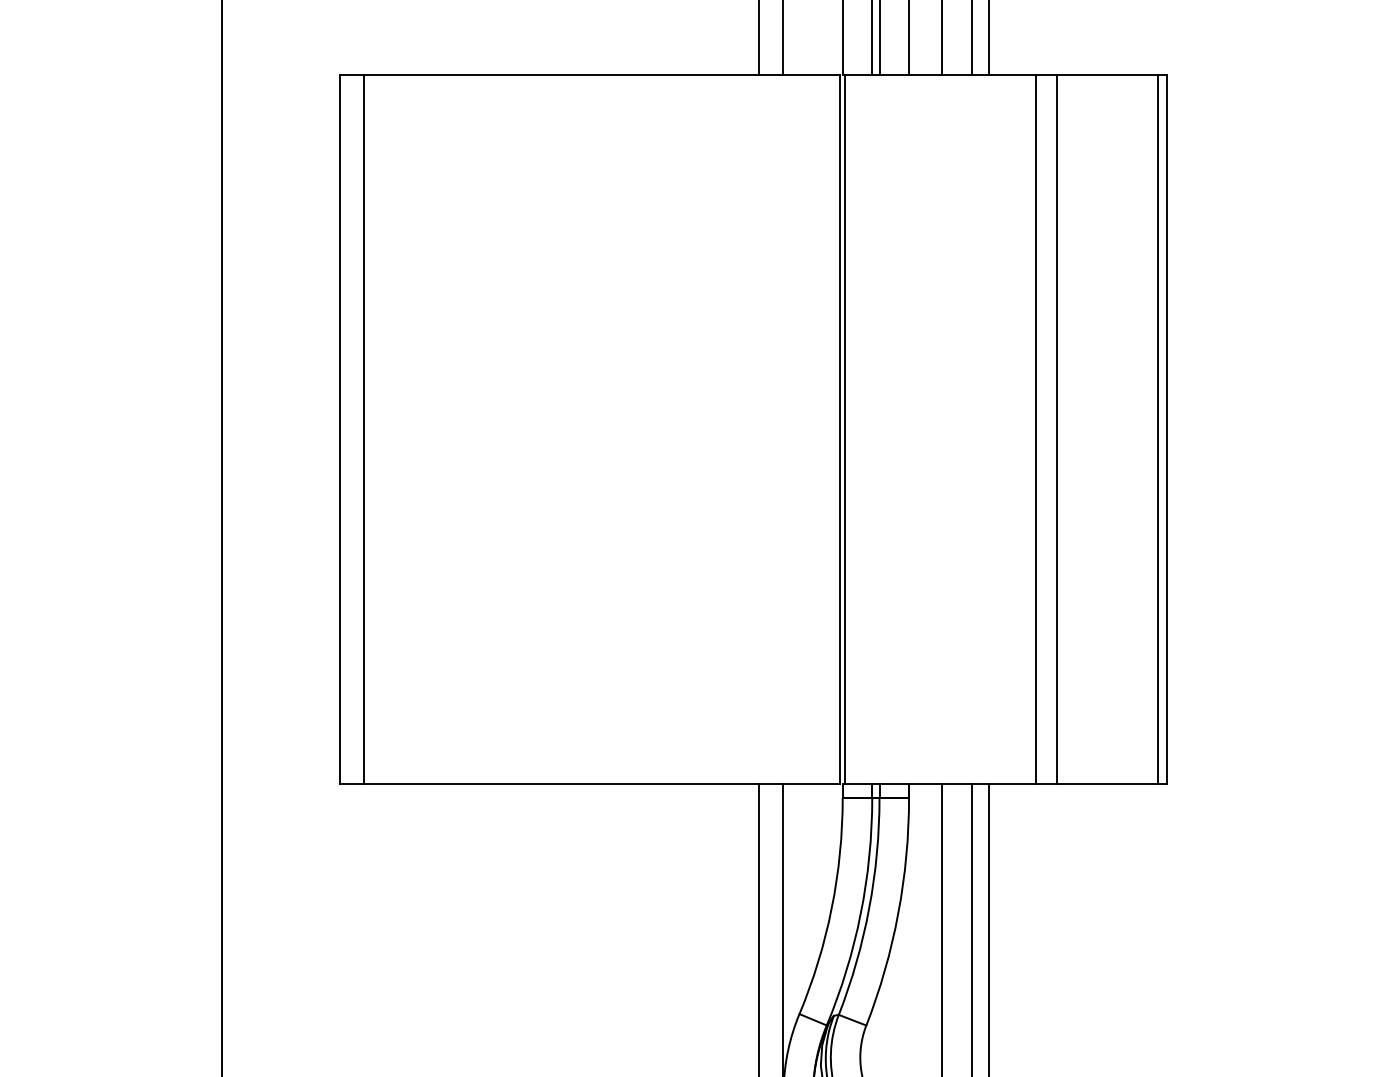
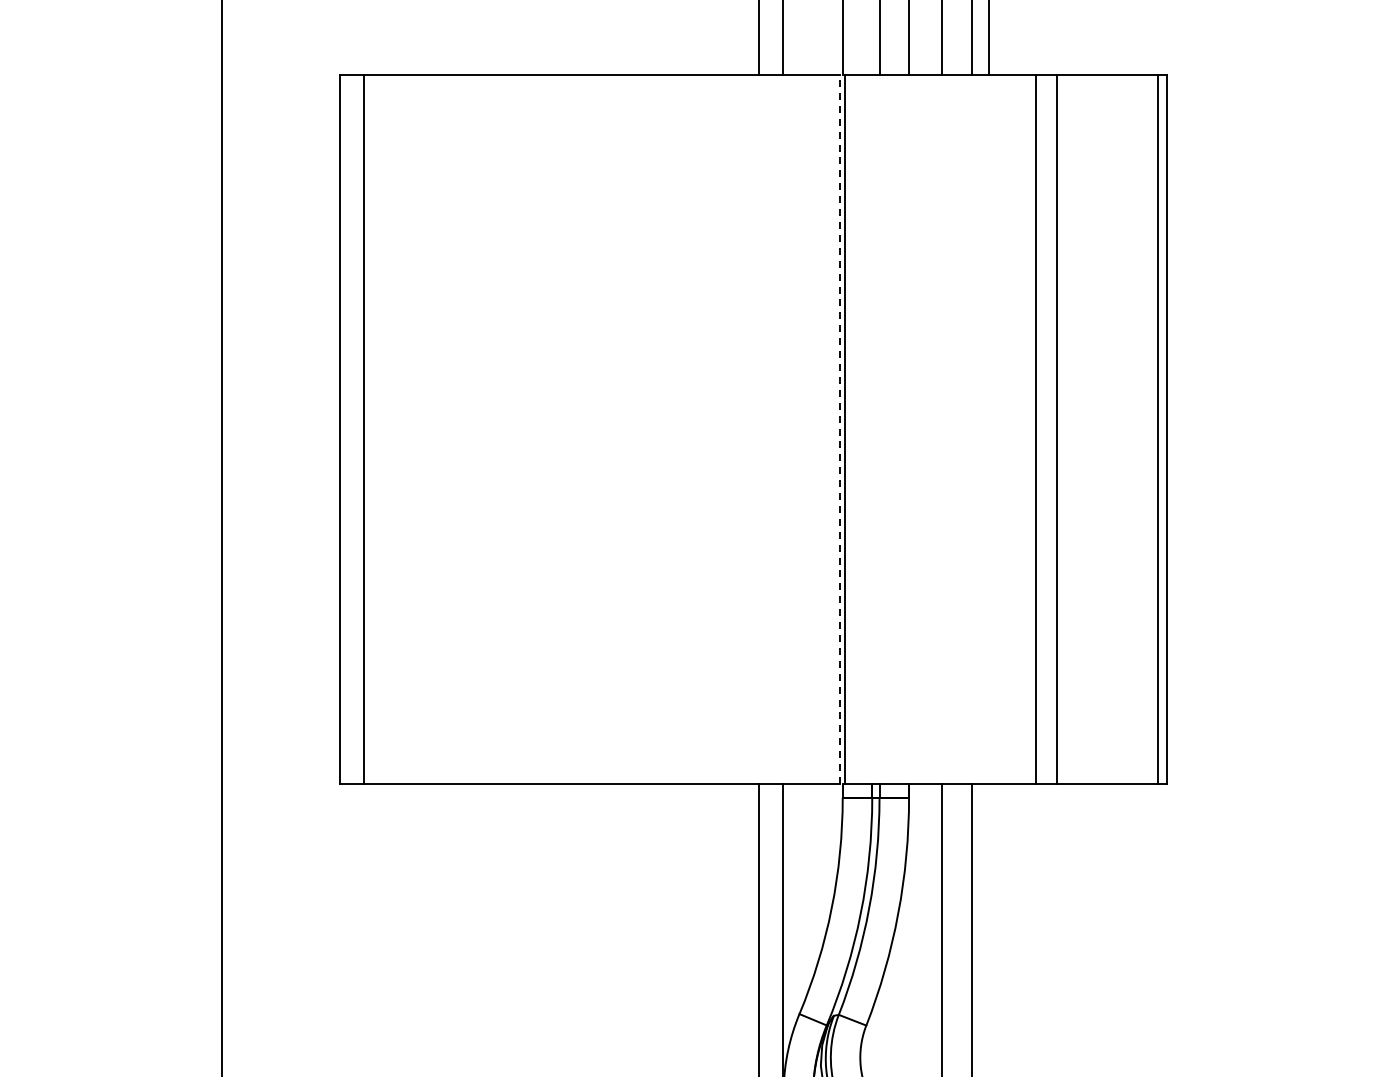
line at (872, 38): present -> none
line at (839, 429): solid -> dashed
line at (989, 928): present -> none
